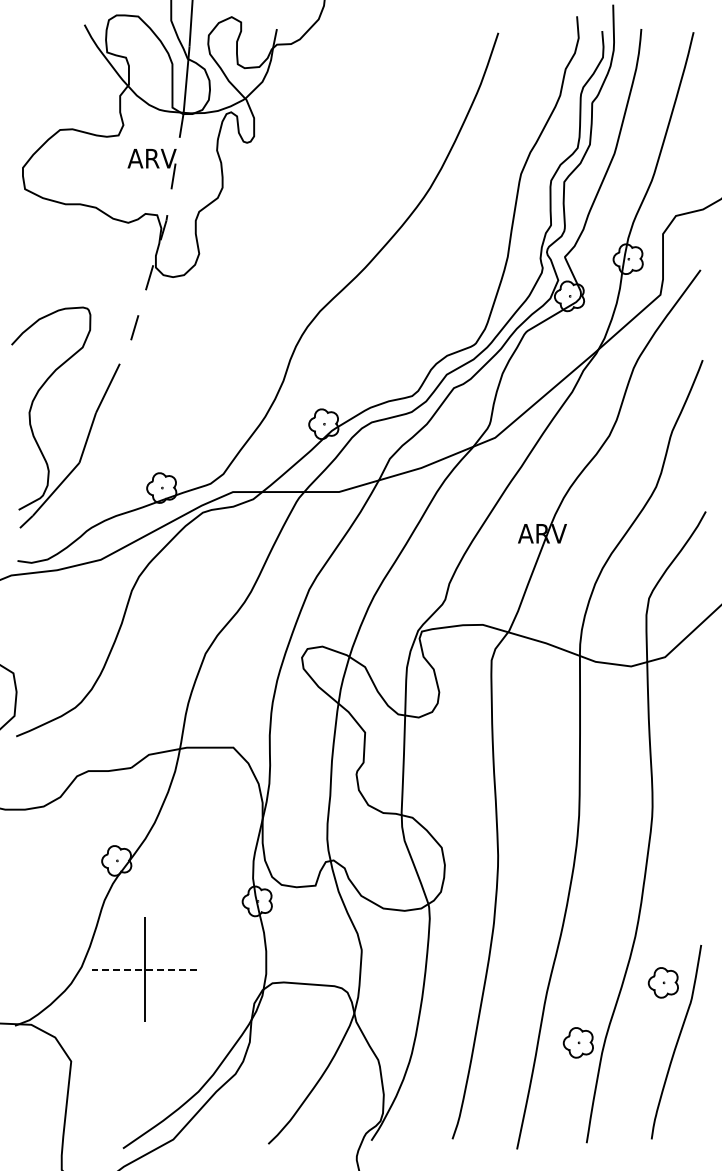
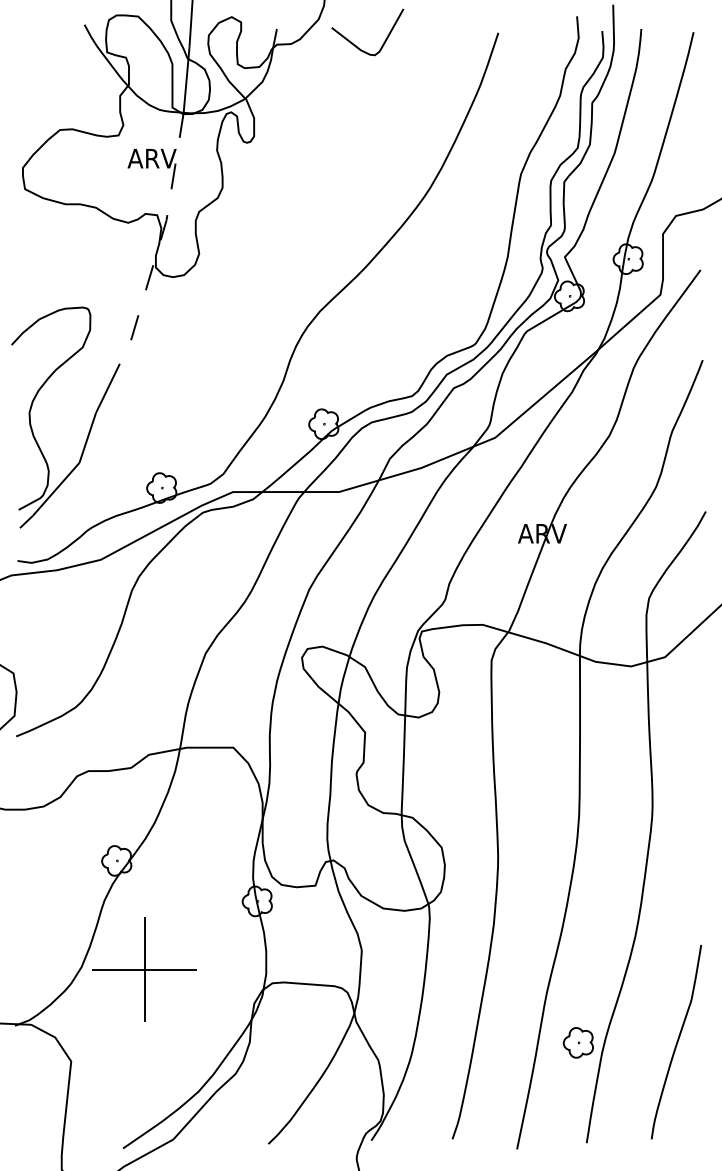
curve at (355, 44): none -> present
line at (144, 969): dashed -> solid
part at (662, 982): present -> none
